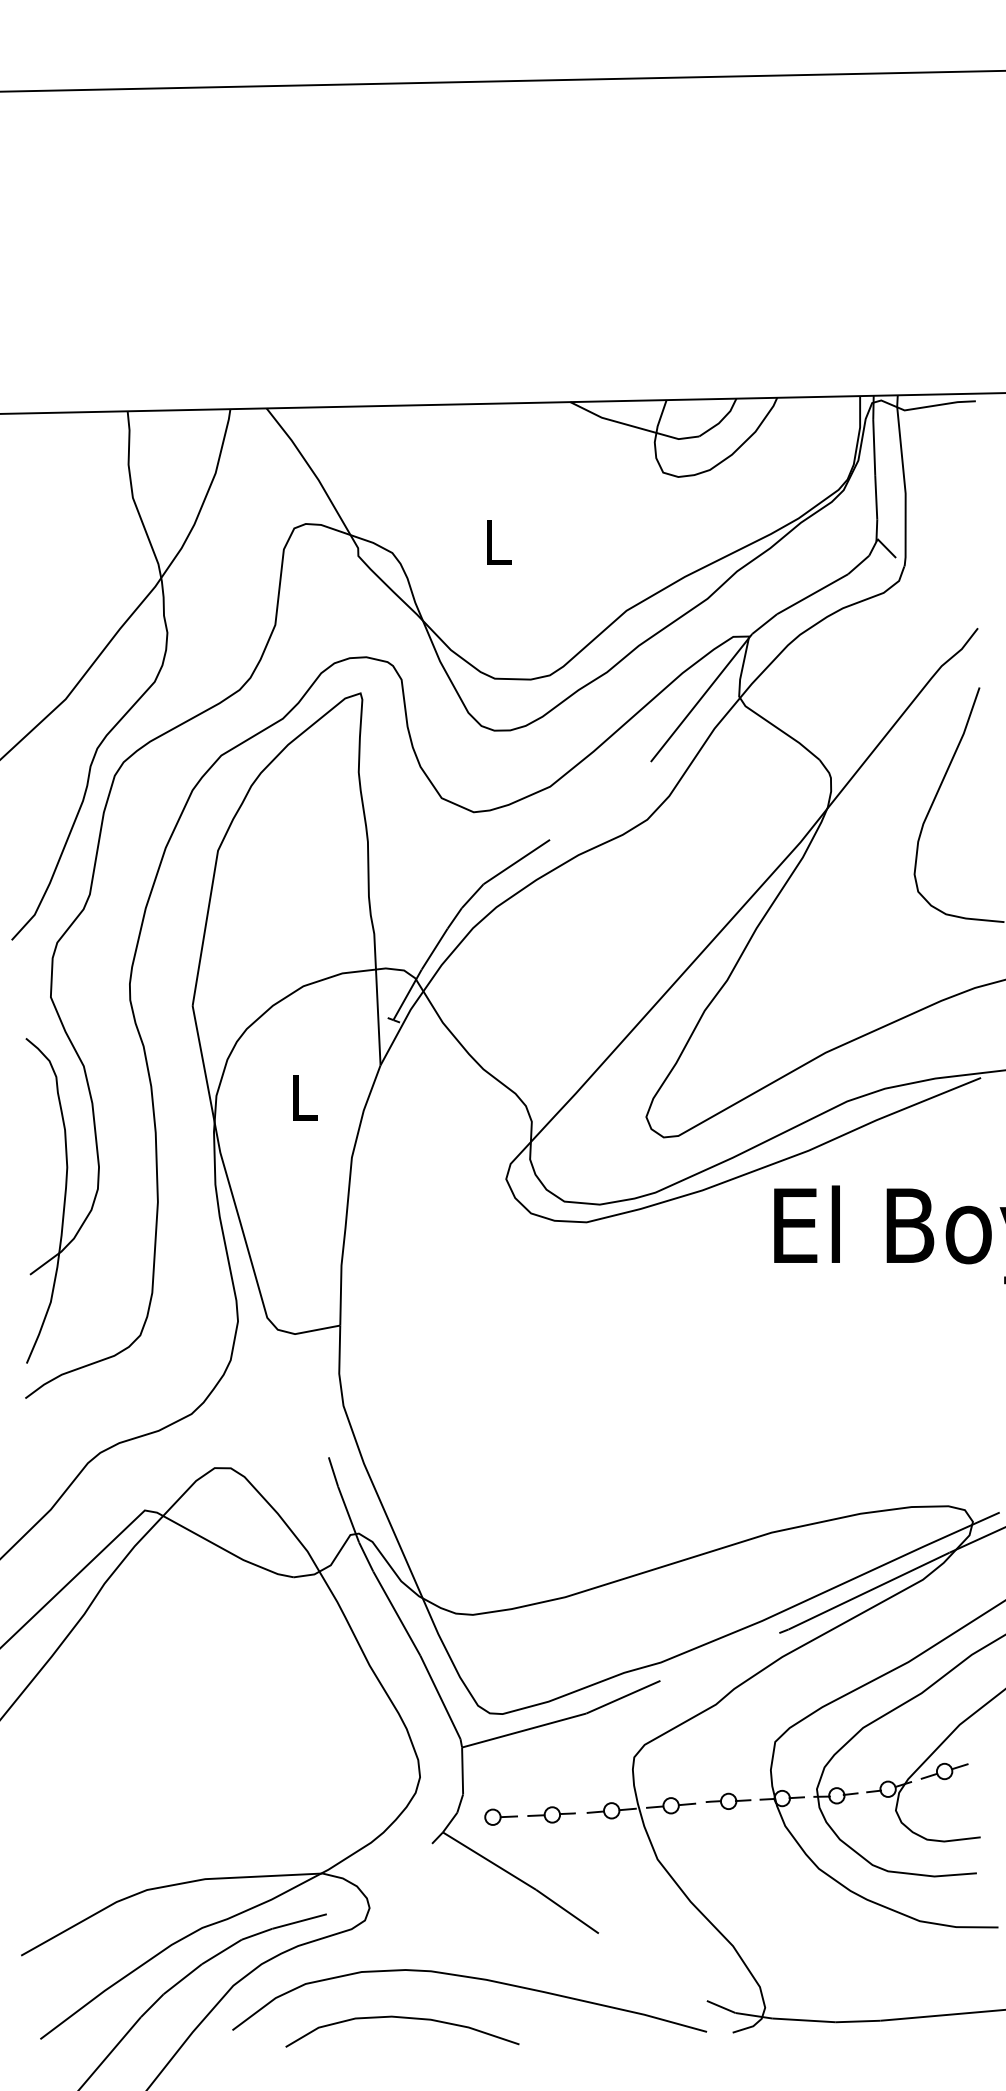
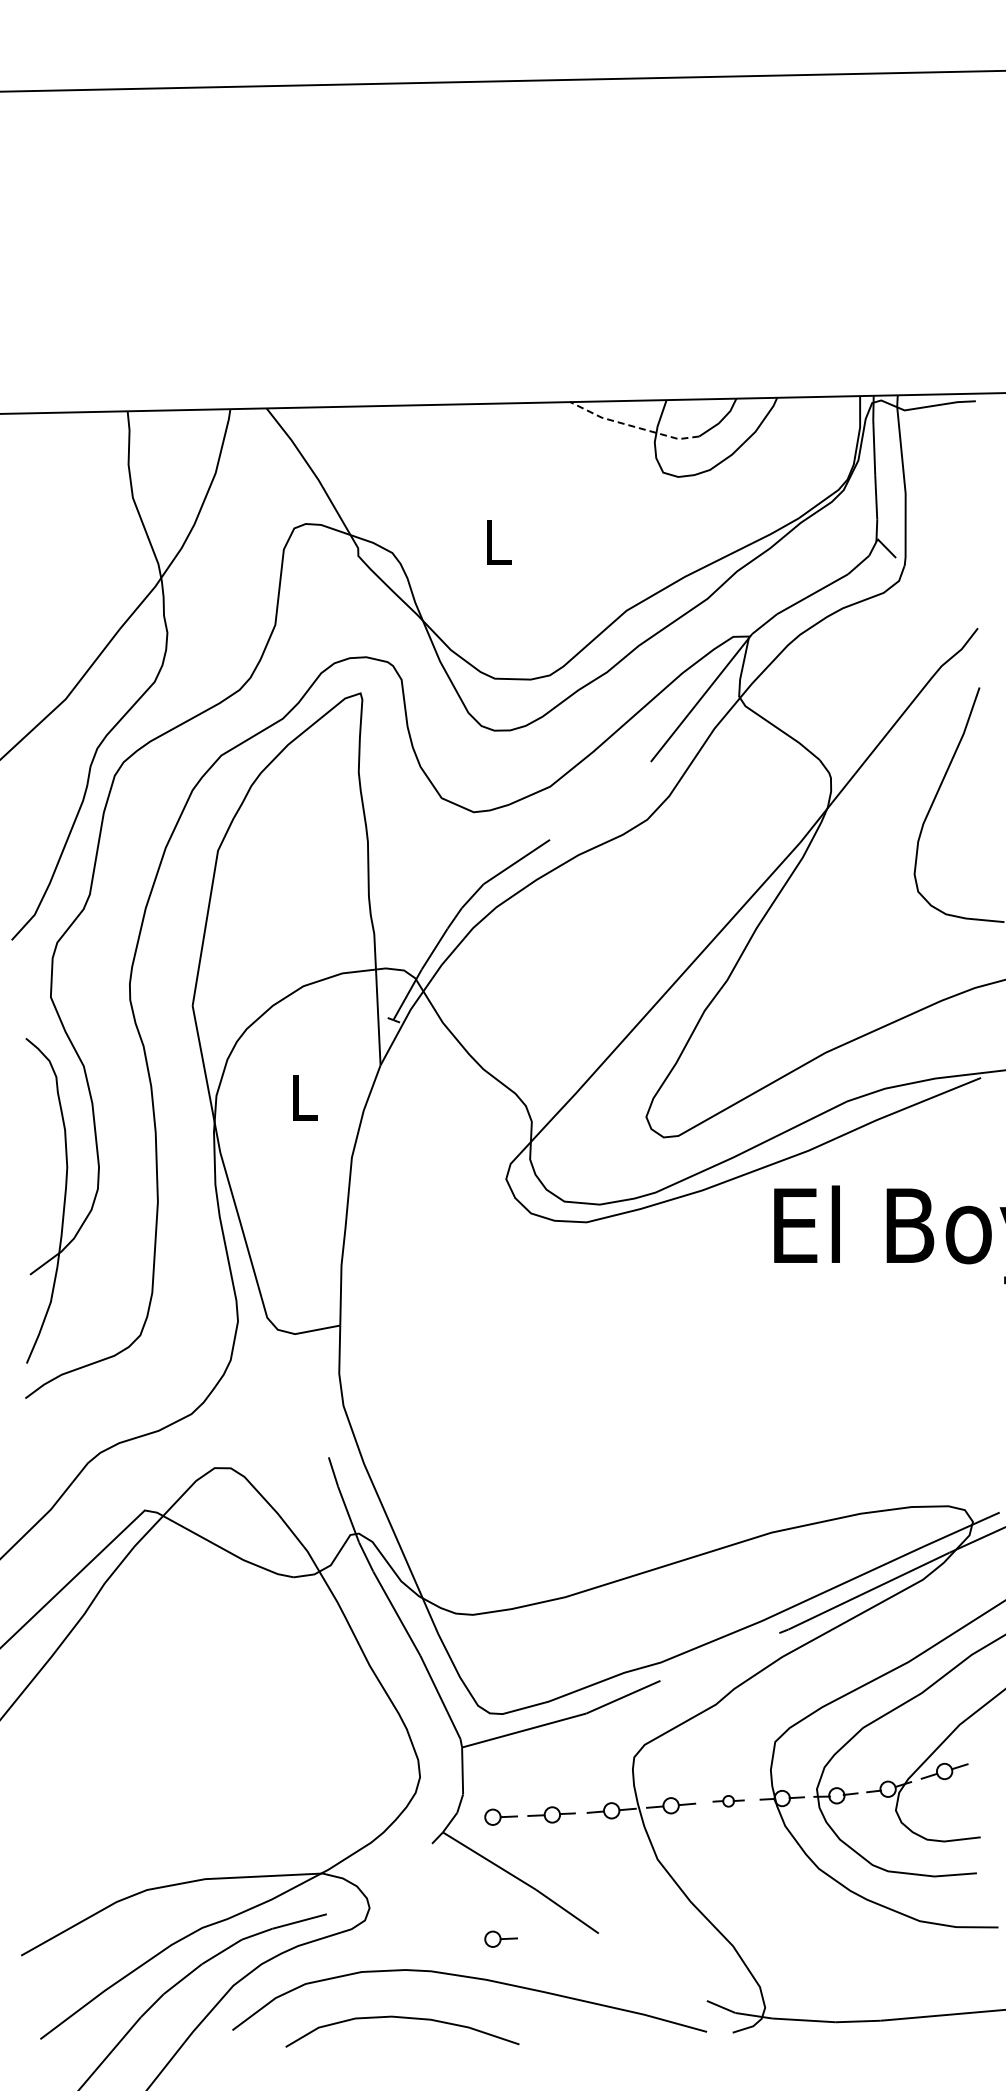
line at (632, 426): solid -> dashed
part at (728, 1800) size: 47x18 px -> 33x13 px
part at (500, 1938): none -> present
